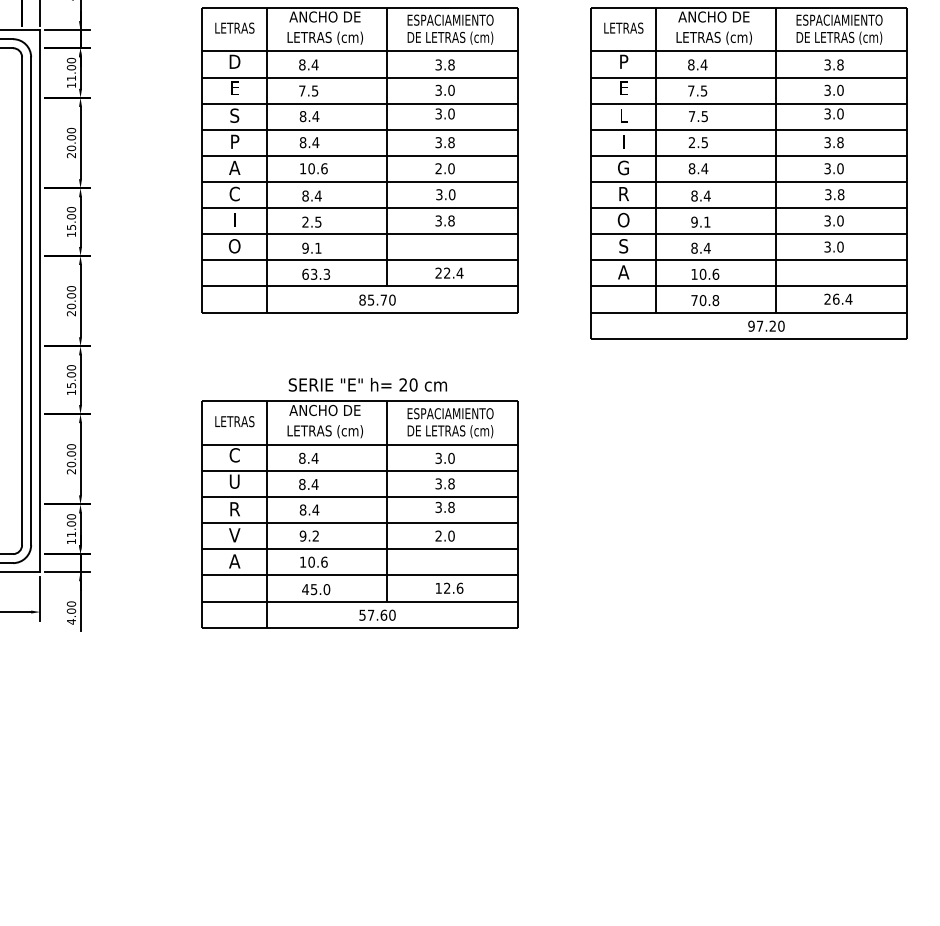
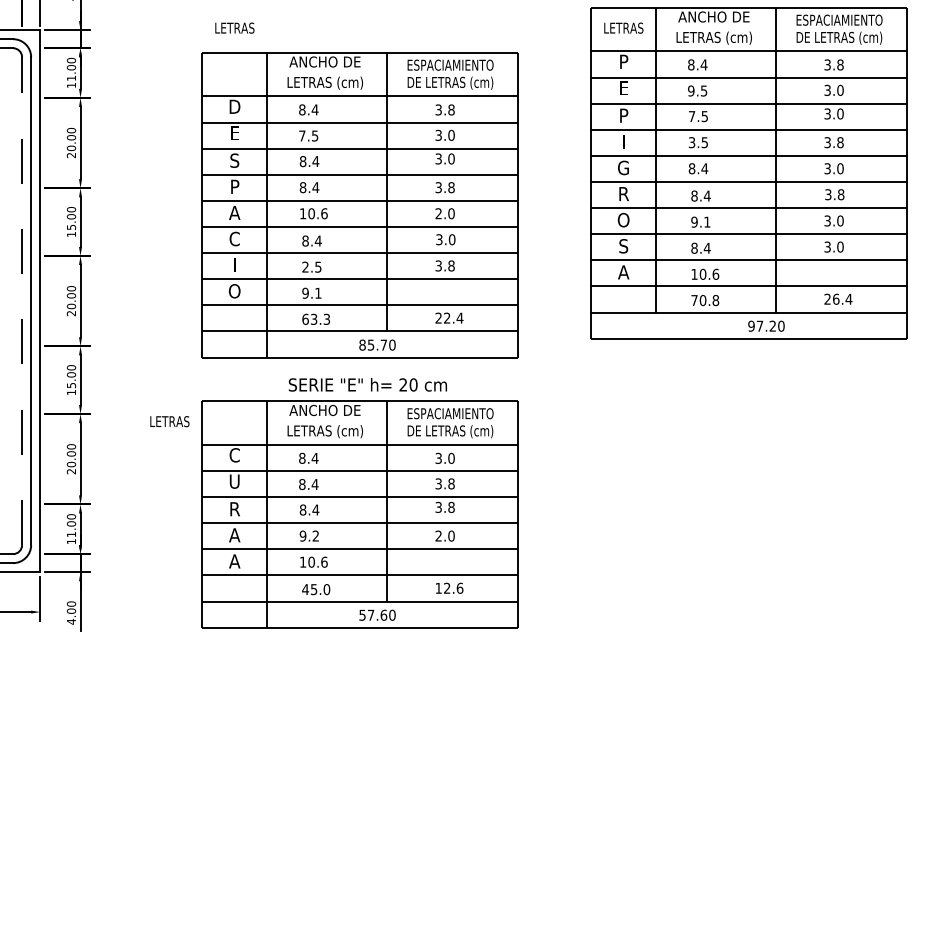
text at (691, 90): 7.5 -> 9.5
text at (624, 115): L -> P
text at (691, 143): 2.5 -> 3.5
part at (359, 160) position: (359, 160) -> (359, 205)
line at (22, 301): solid -> dashed
text at (234, 421) position: (234, 421) -> (169, 421)
text at (234, 535): V -> A
